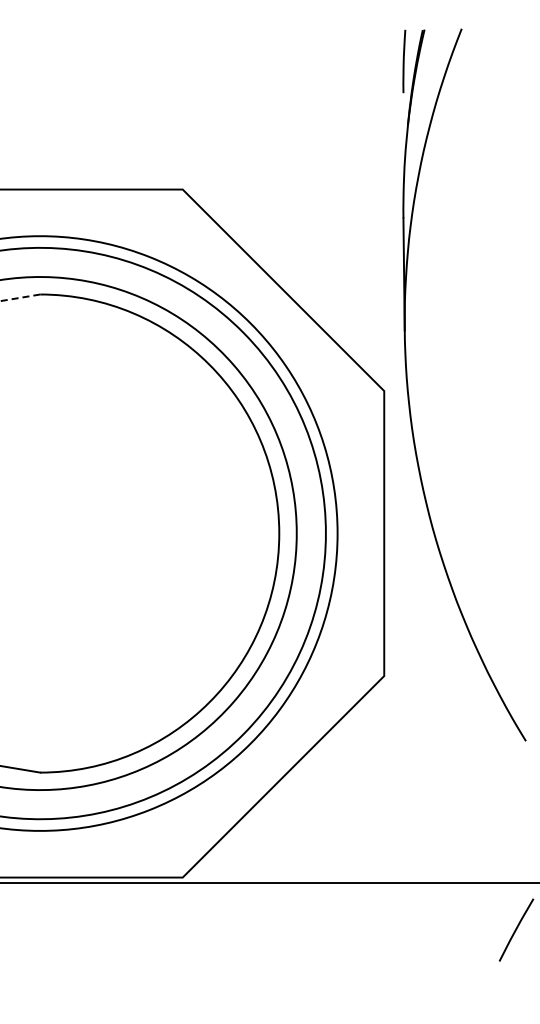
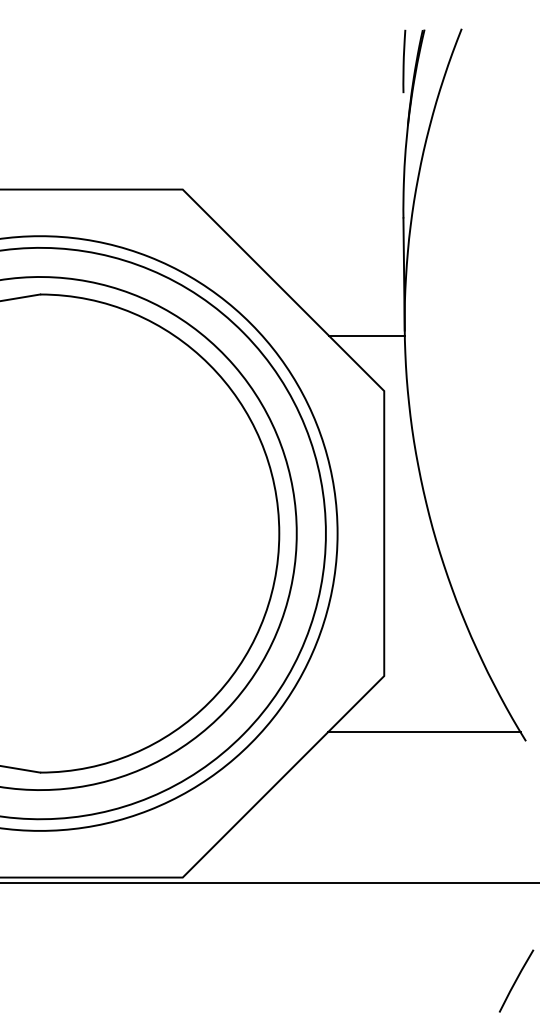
line at (20, 297): dashed -> solid
line at (366, 335): none -> present
line at (424, 732): none -> present
line at (516, 929) position: (516, 929) -> (516, 980)
